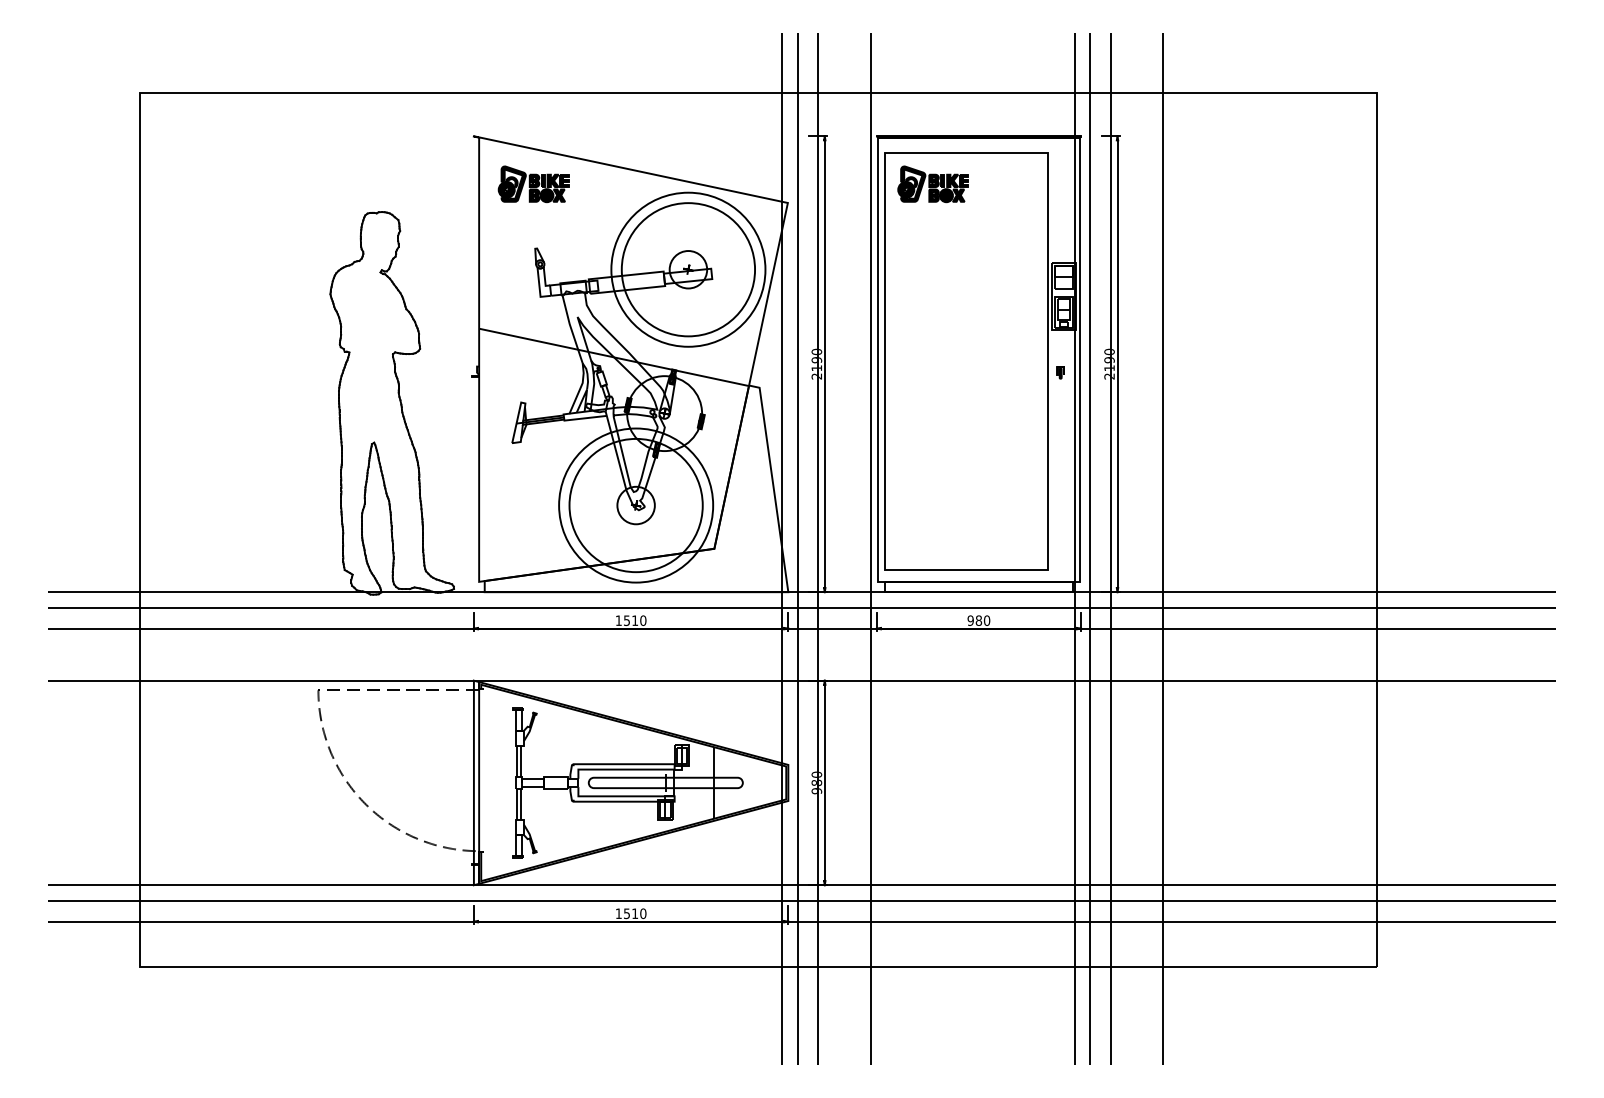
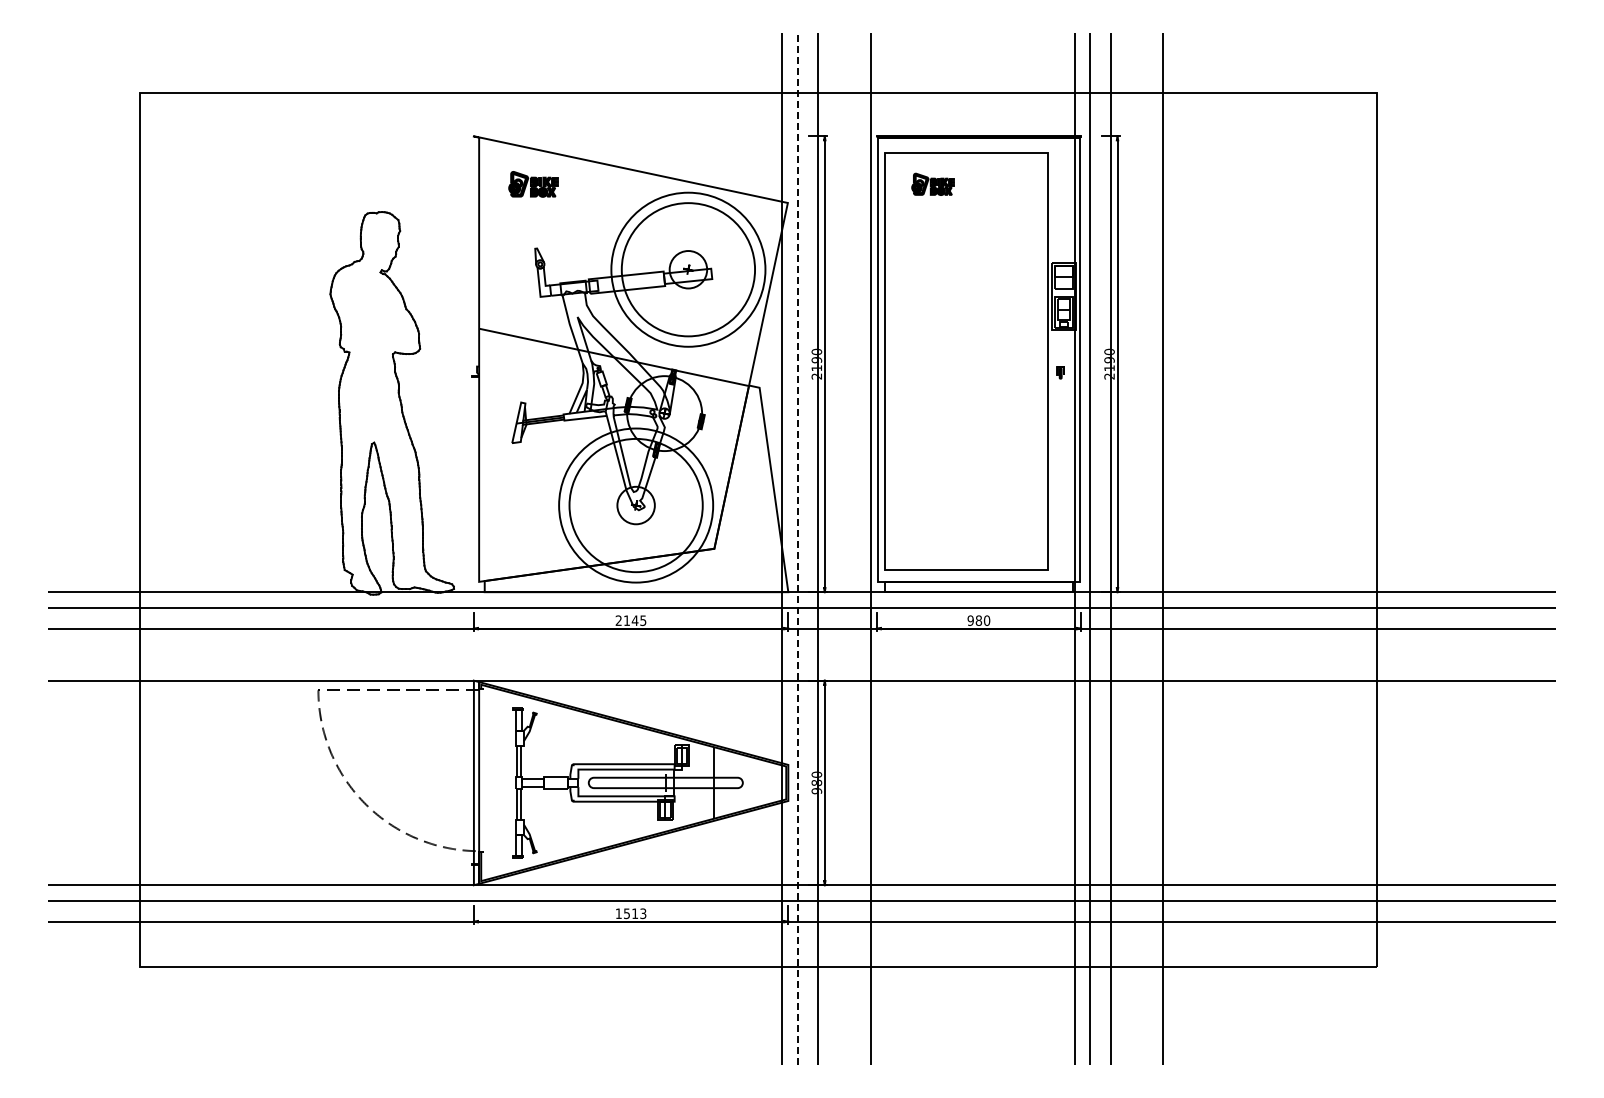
part at (533, 184) size: 73x39 px -> 51x27 px
part at (932, 184) size: 72x39 px -> 44x24 px
line at (797, 548): solid -> dashed
text at (630, 620): 1510 -> 2145
text at (643, 913): 1510 -> 1513
